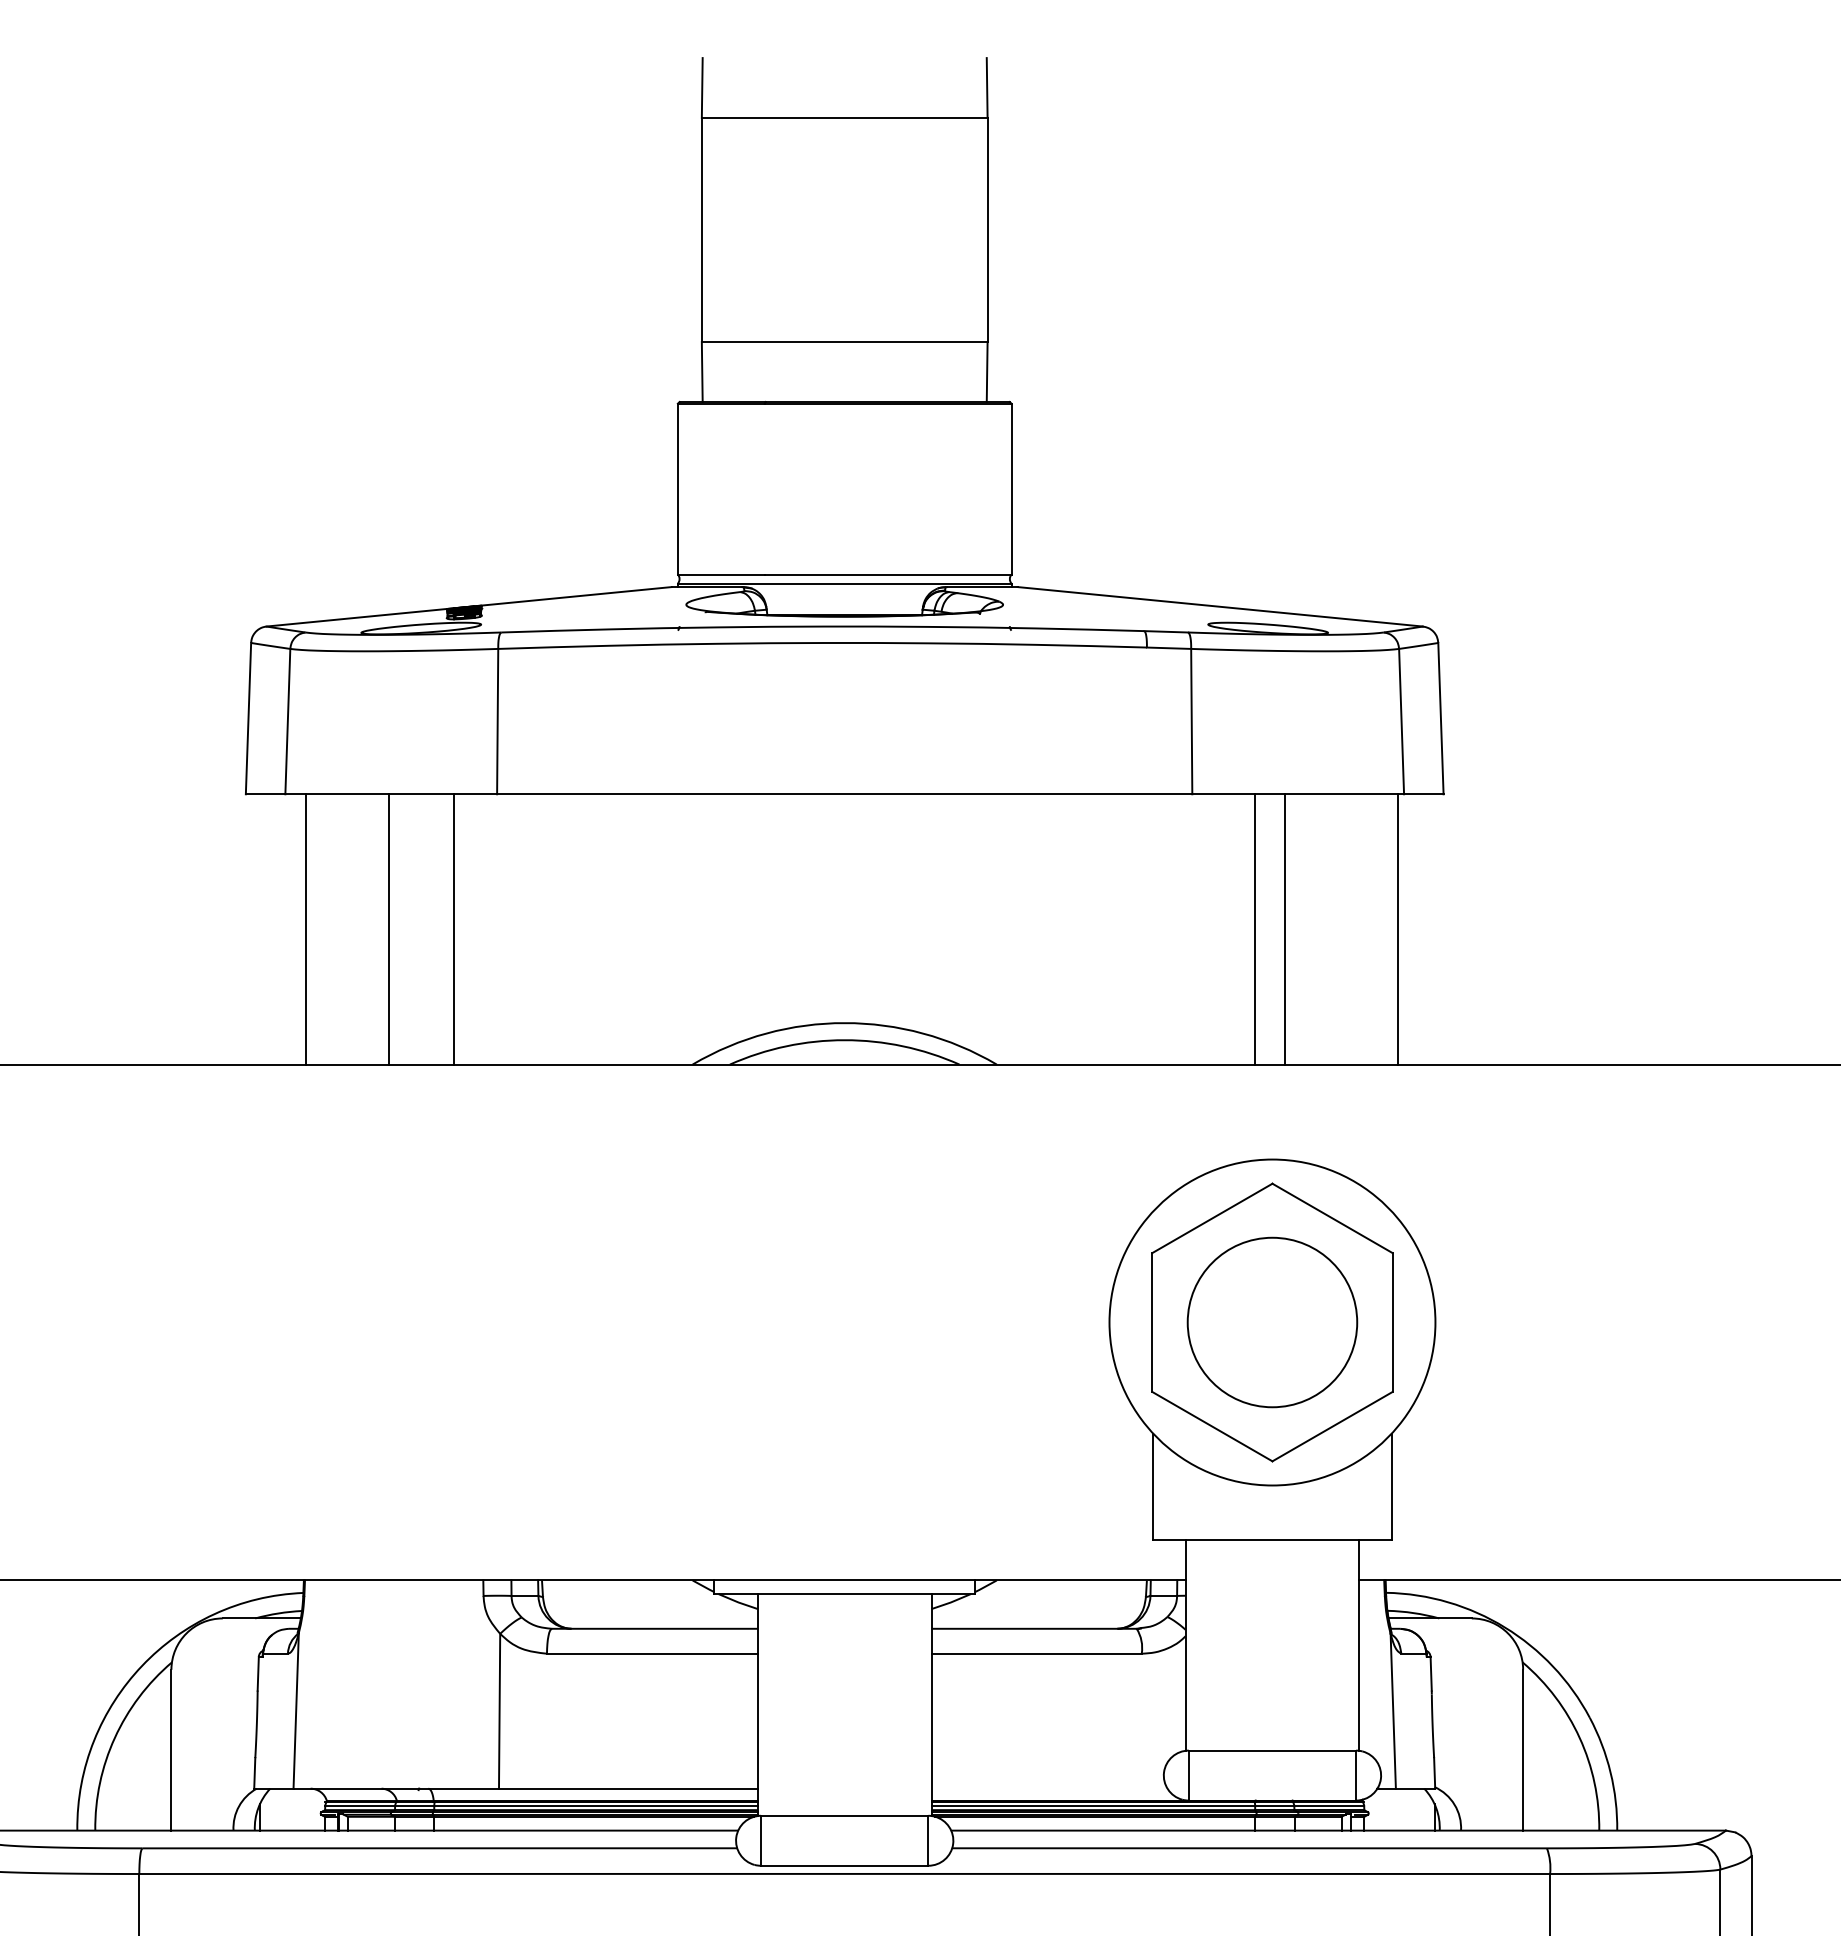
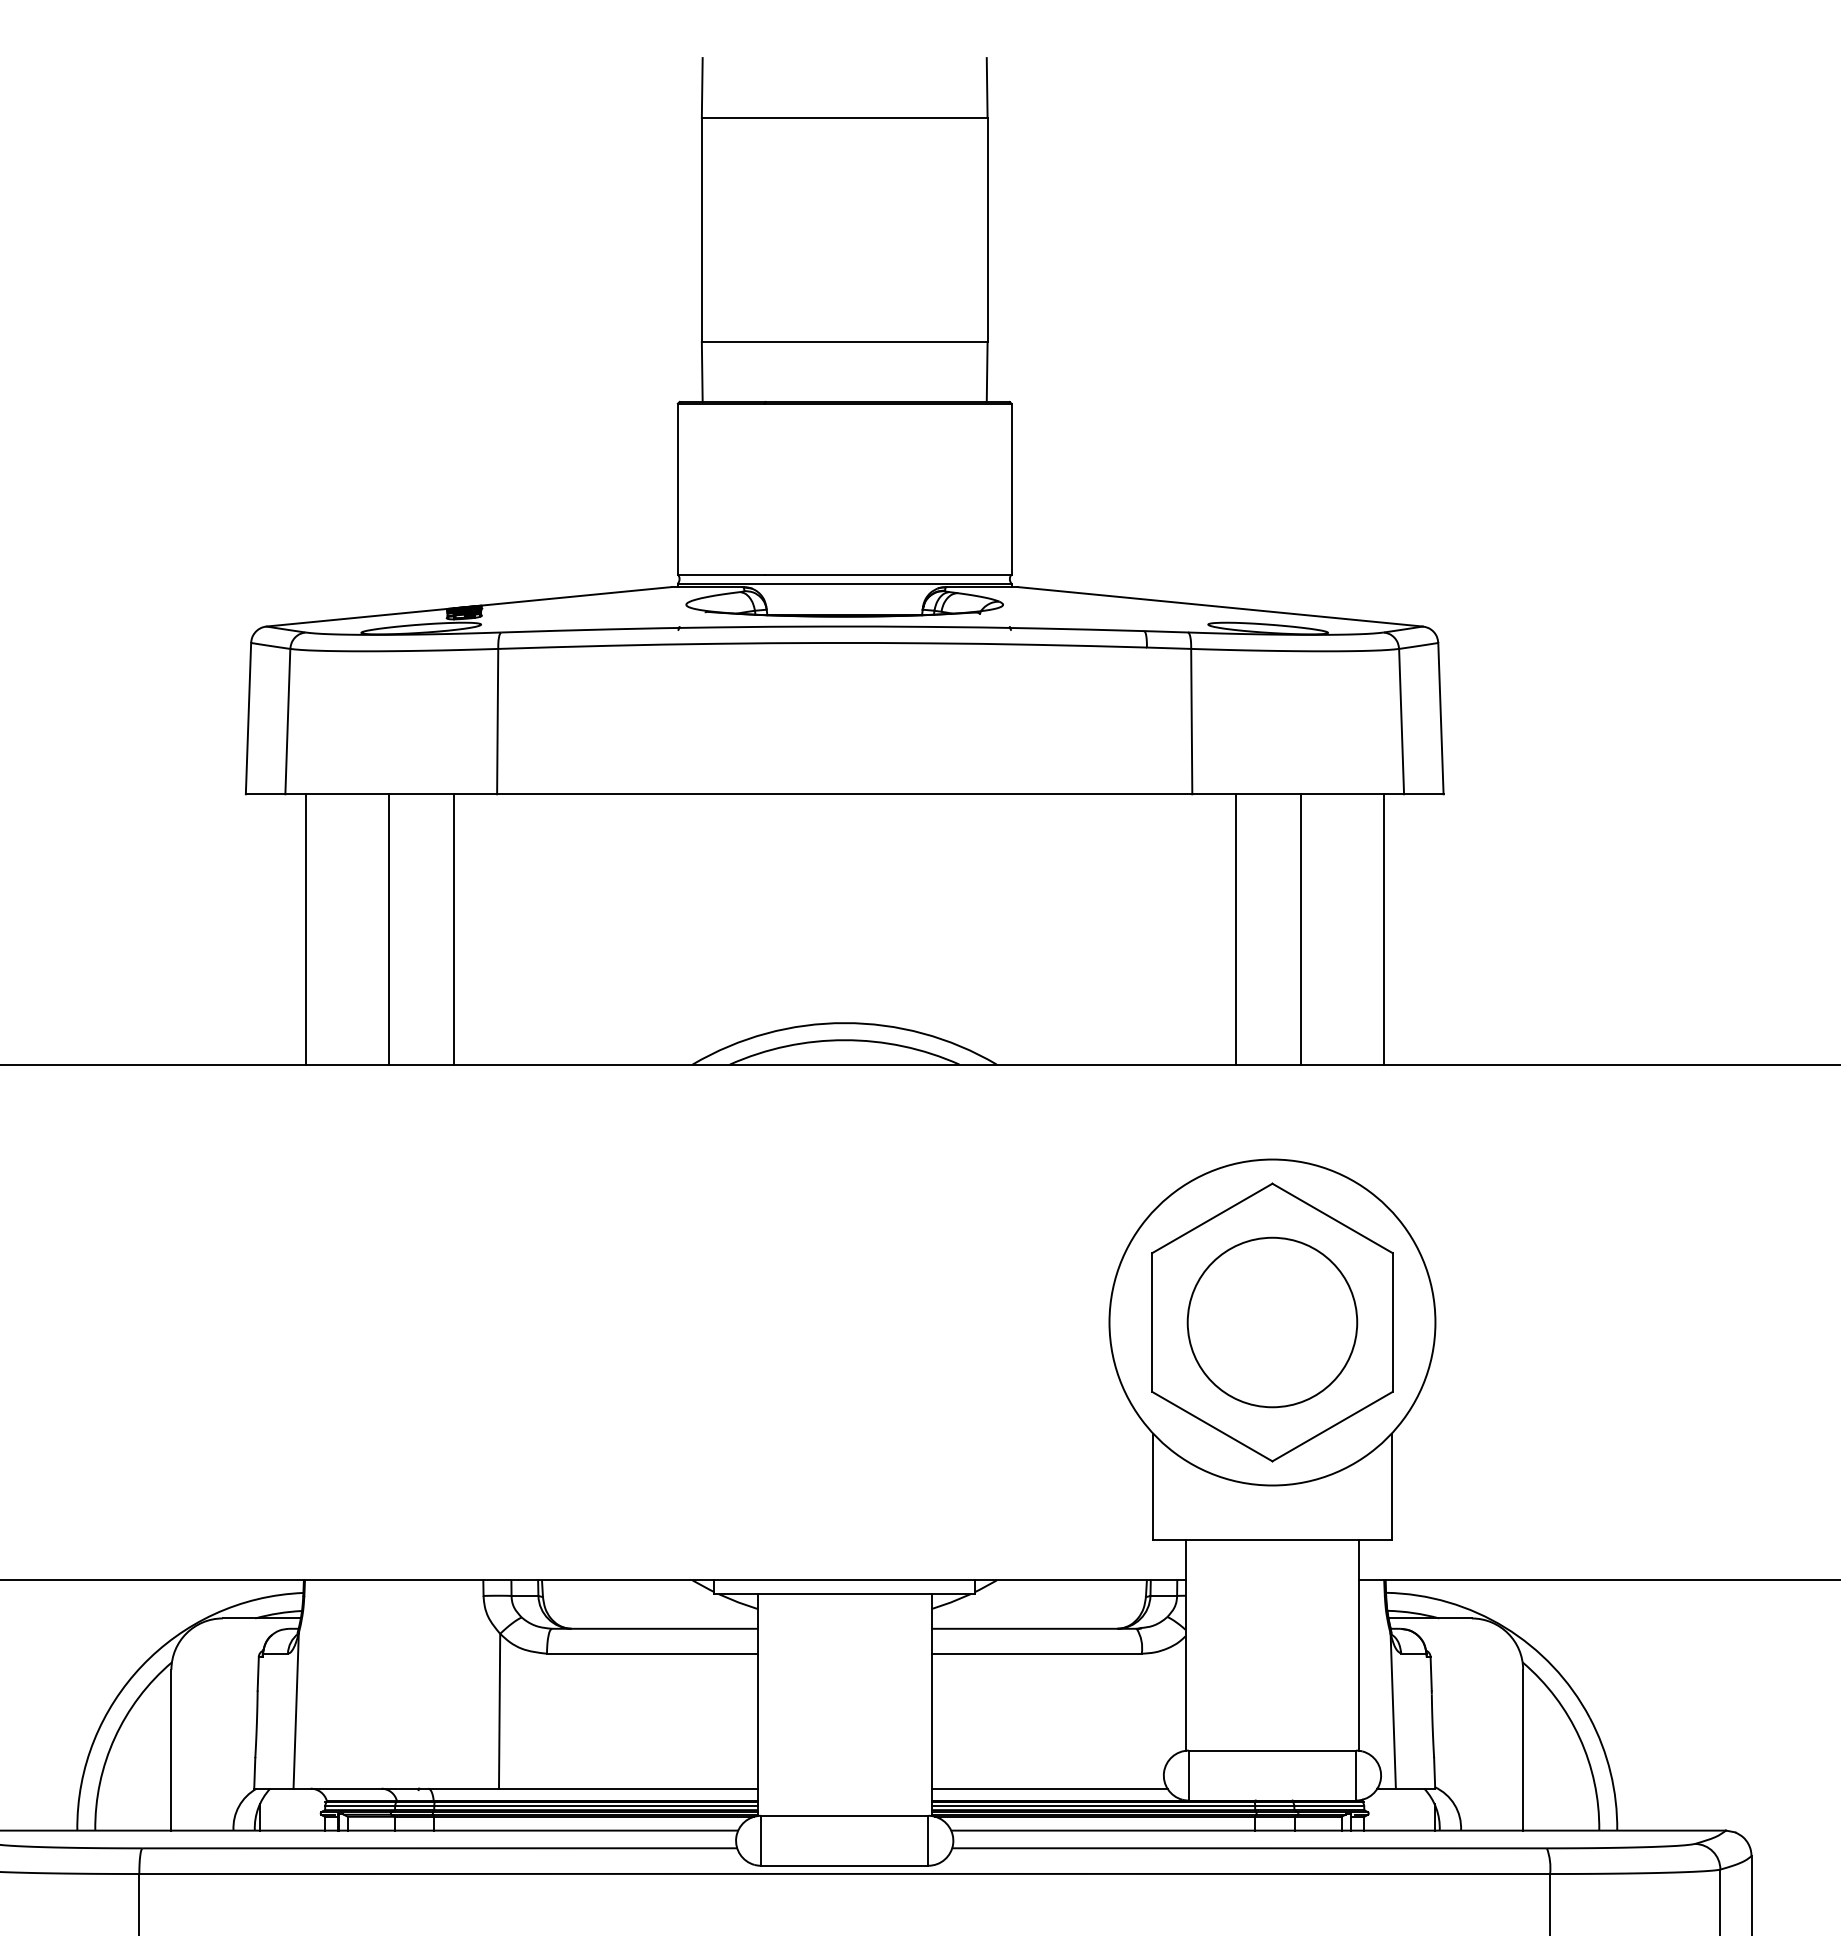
line at (1254, 929) position: (1254, 929) -> (1235, 929)
line at (1284, 929) position: (1284, 929) -> (1300, 929)
line at (1397, 929) position: (1397, 929) -> (1383, 929)
line at (1049, 1788): none -> present
